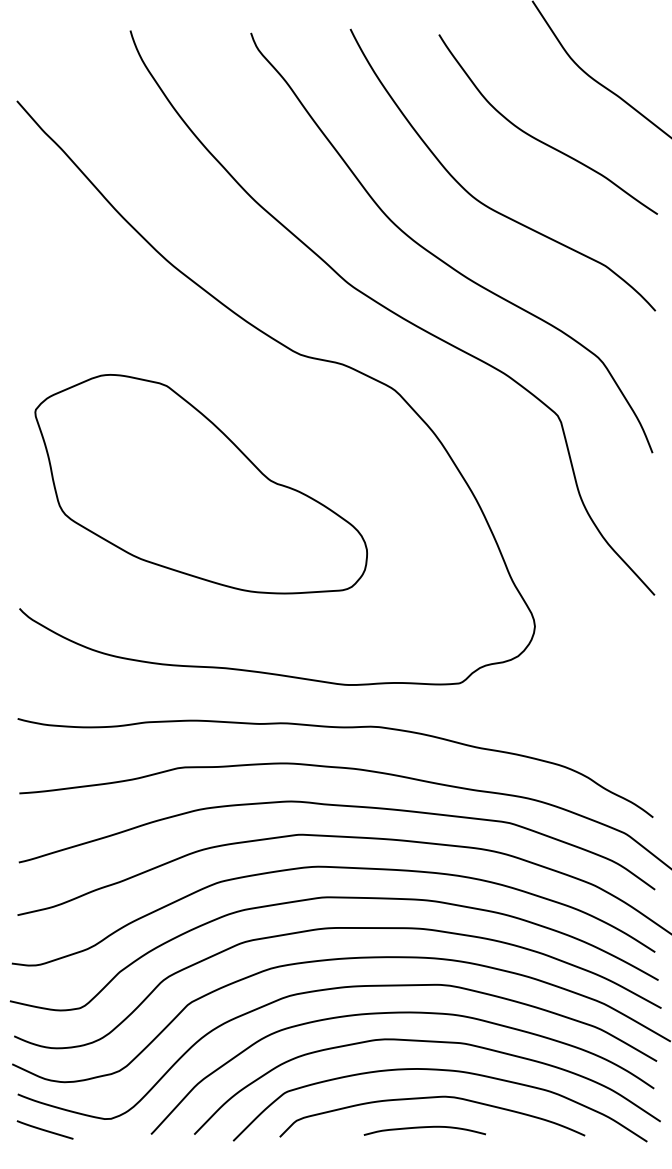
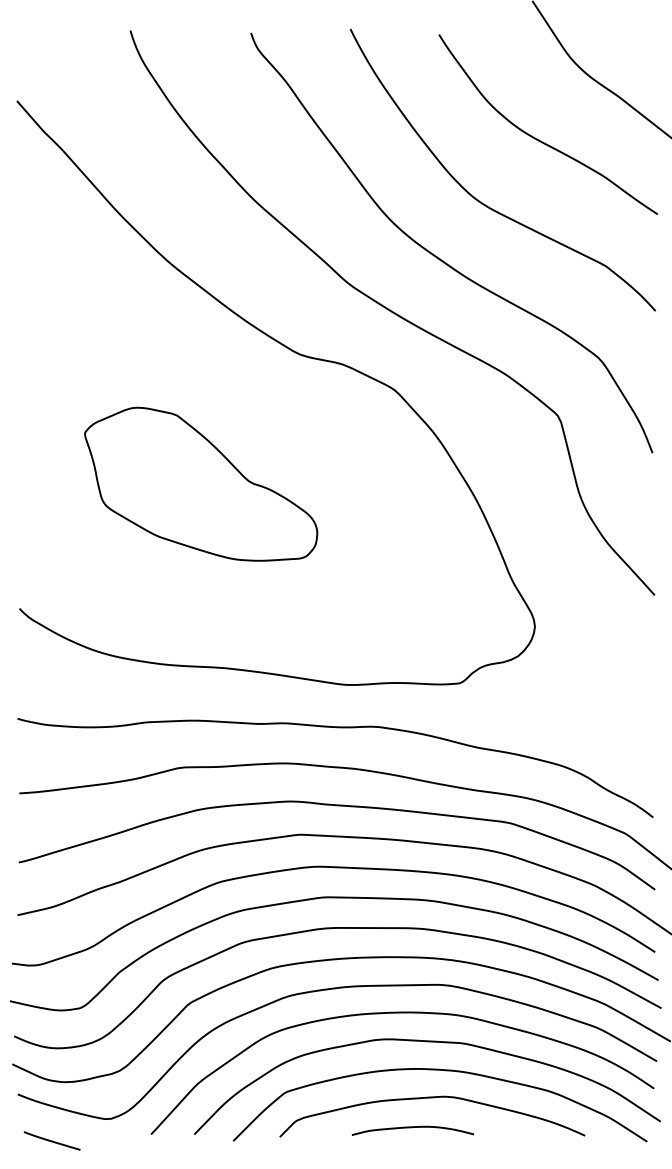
part at (200, 484) size: 334x221 px -> 235x156 px
curve at (424, 1128) position: (424, 1128) -> (412, 1128)
line at (44, 1129) position: (44, 1129) -> (51, 1140)
